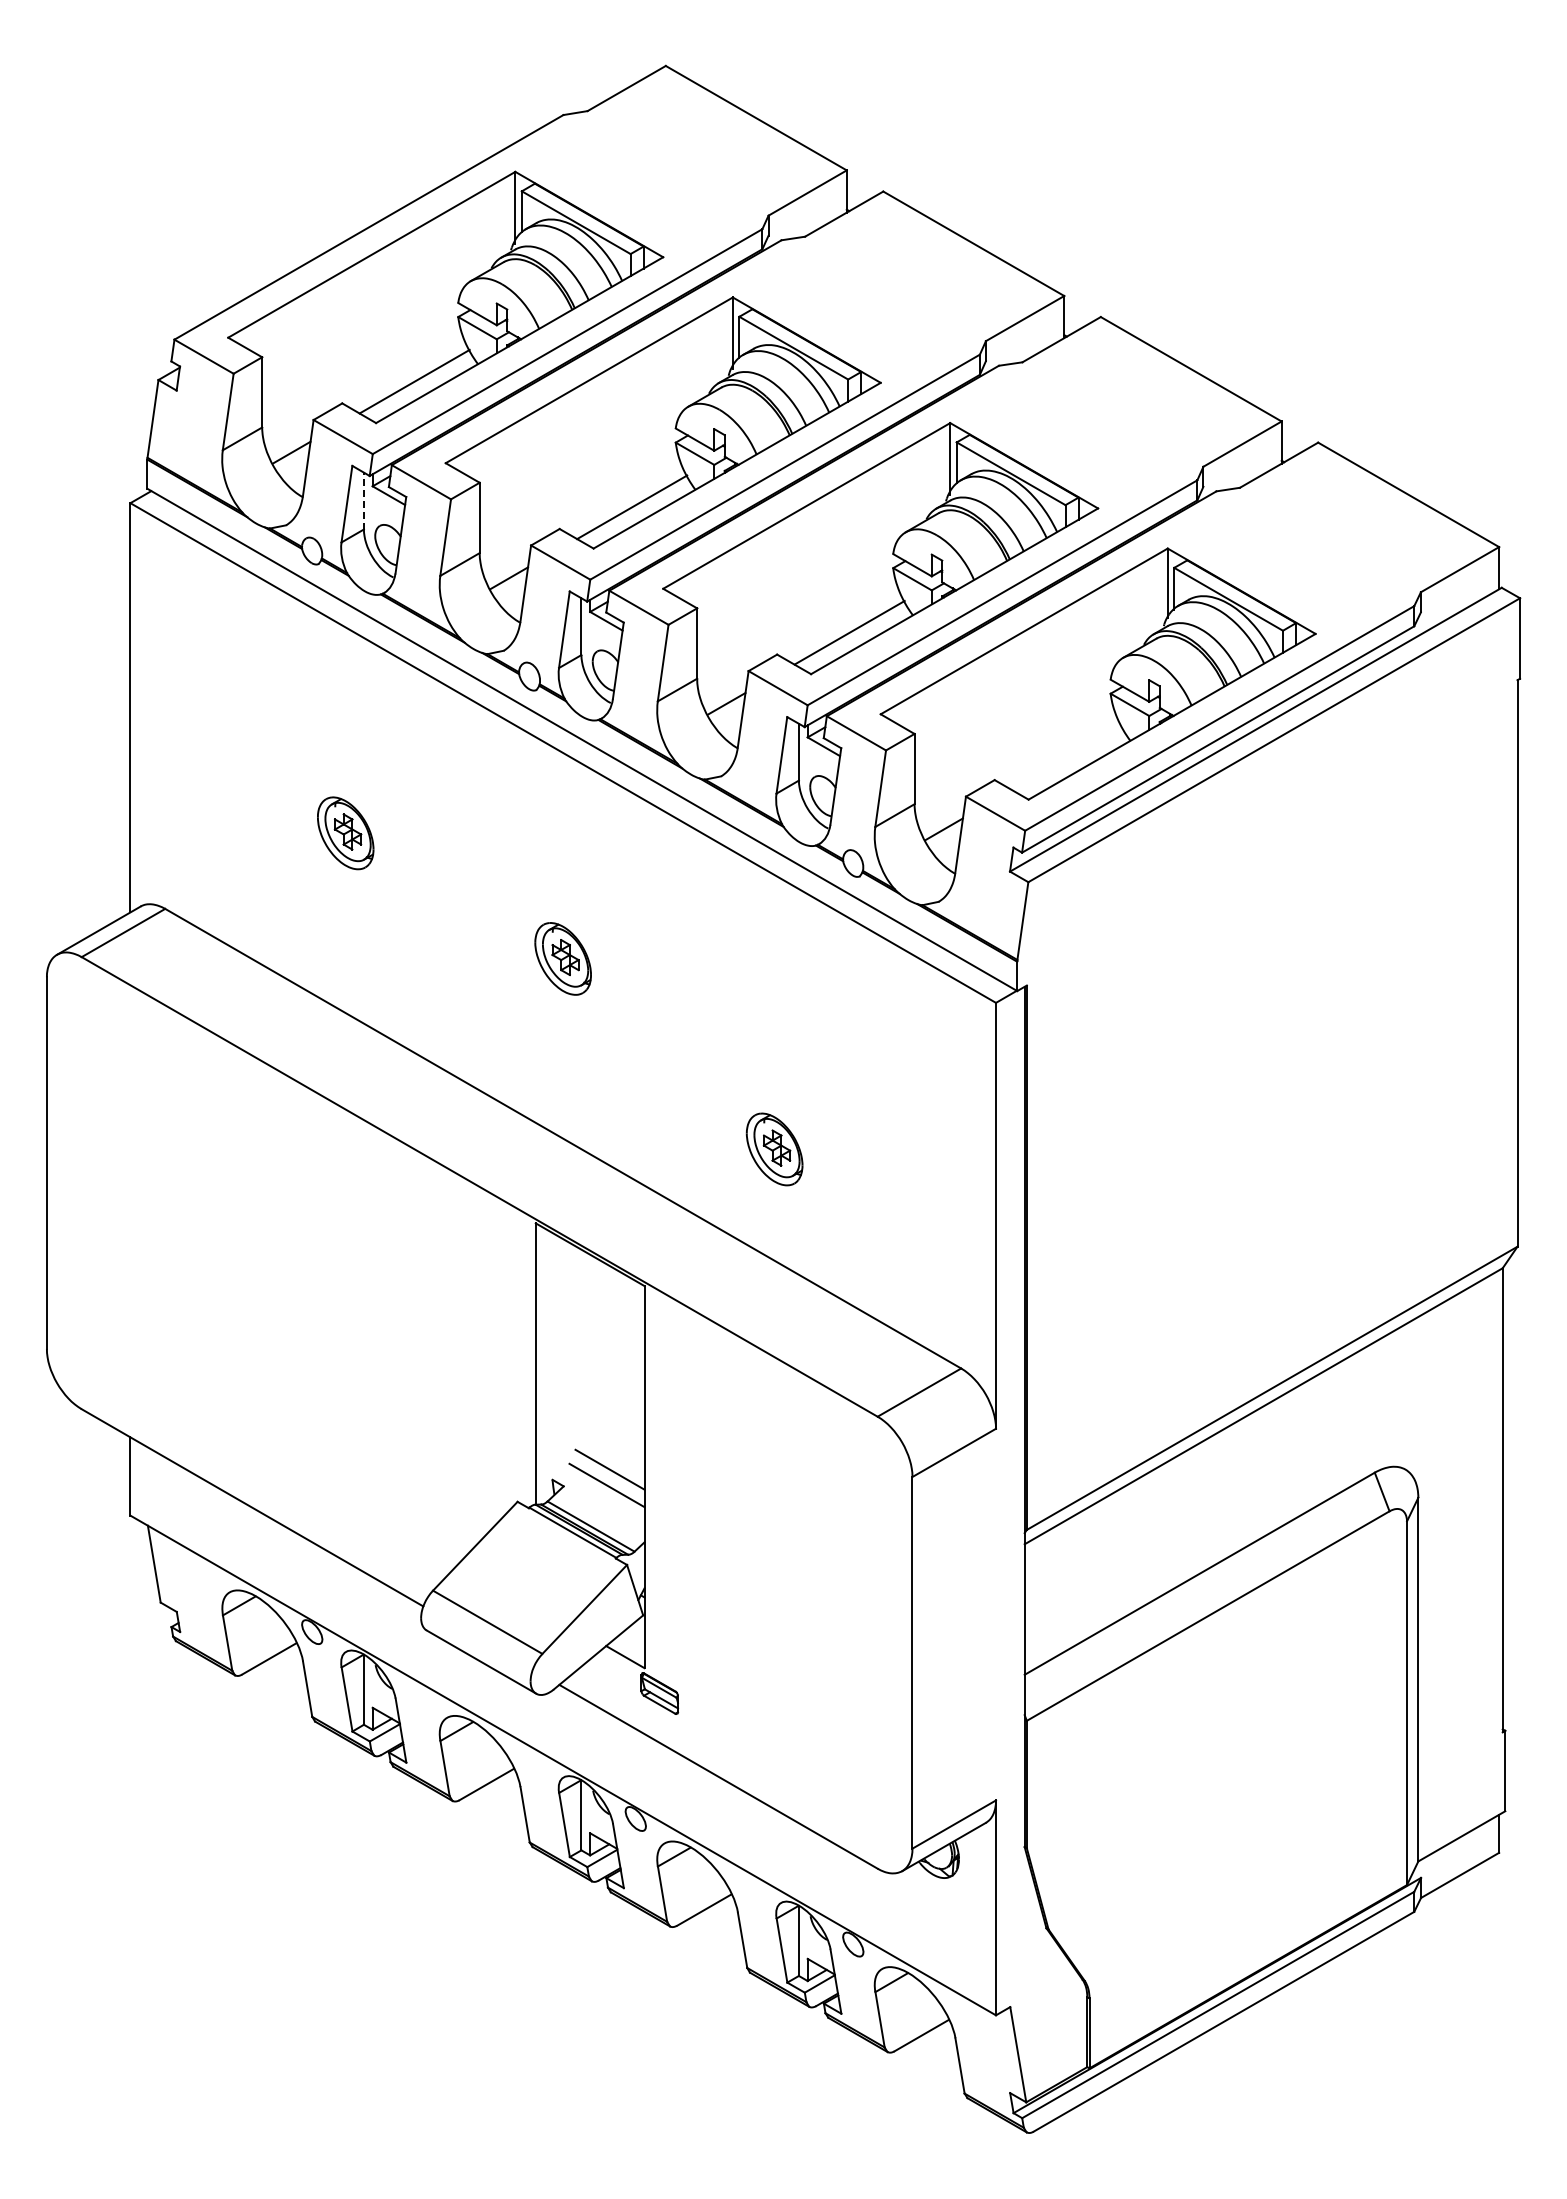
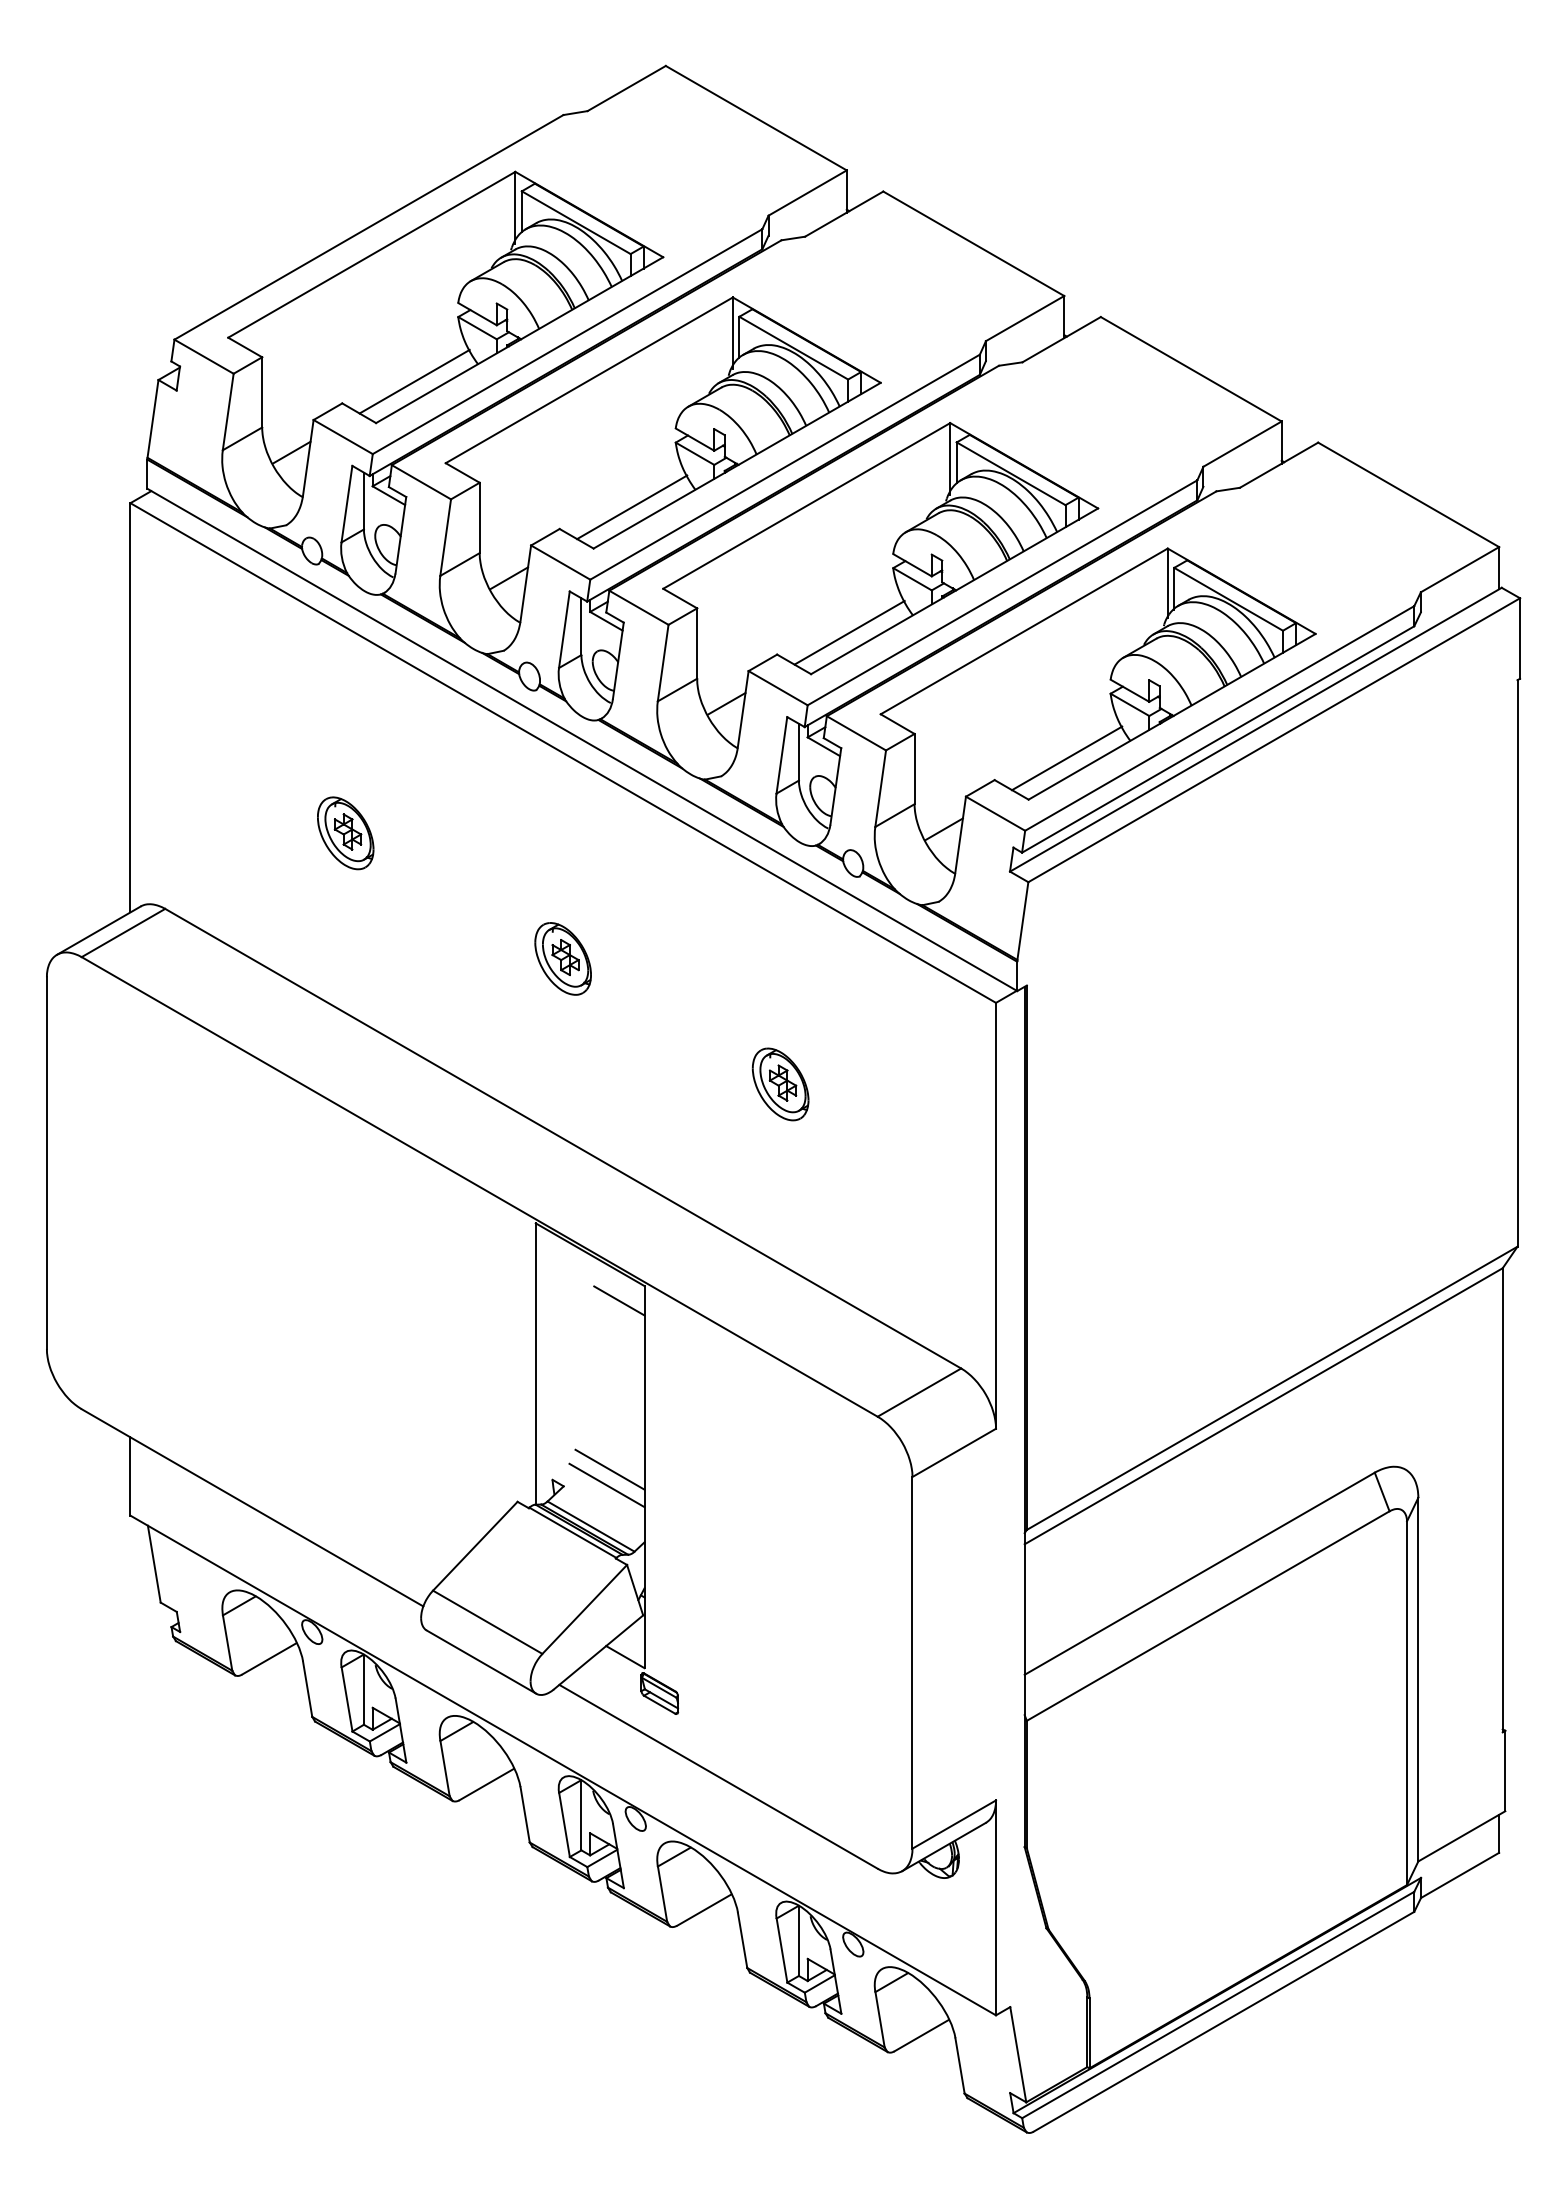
line at (363, 500): dashed -> solid
line at (1067, 758): none -> present
part at (774, 1149) position: (774, 1149) -> (780, 1084)
line at (619, 1300): none -> present
